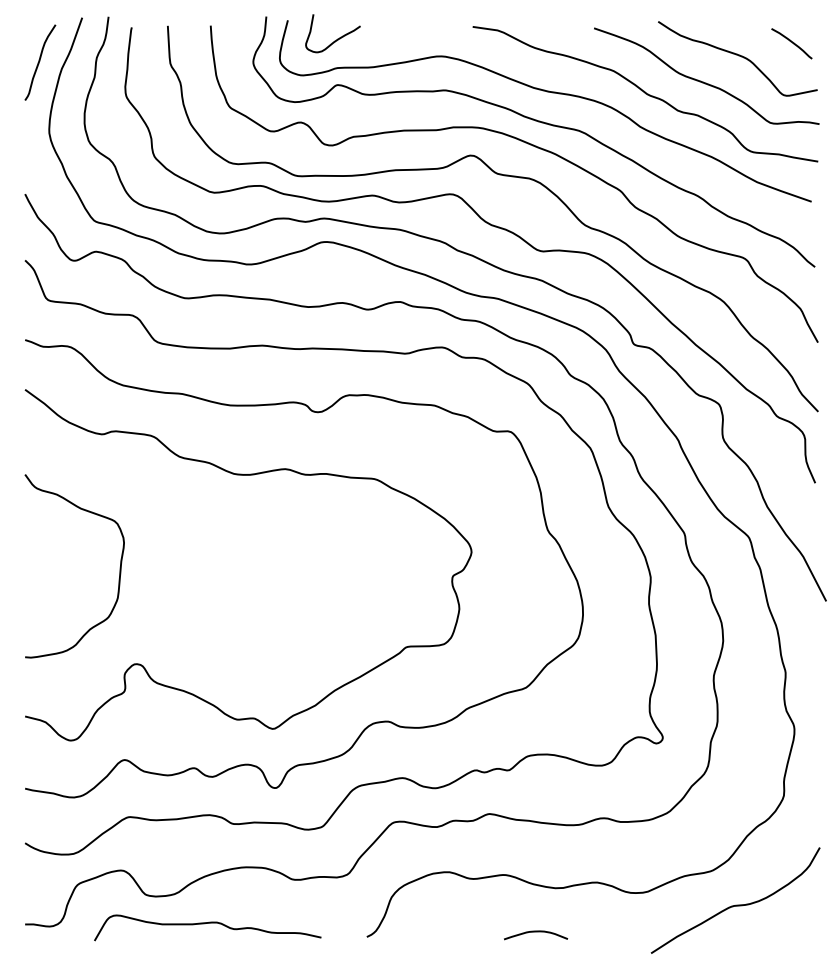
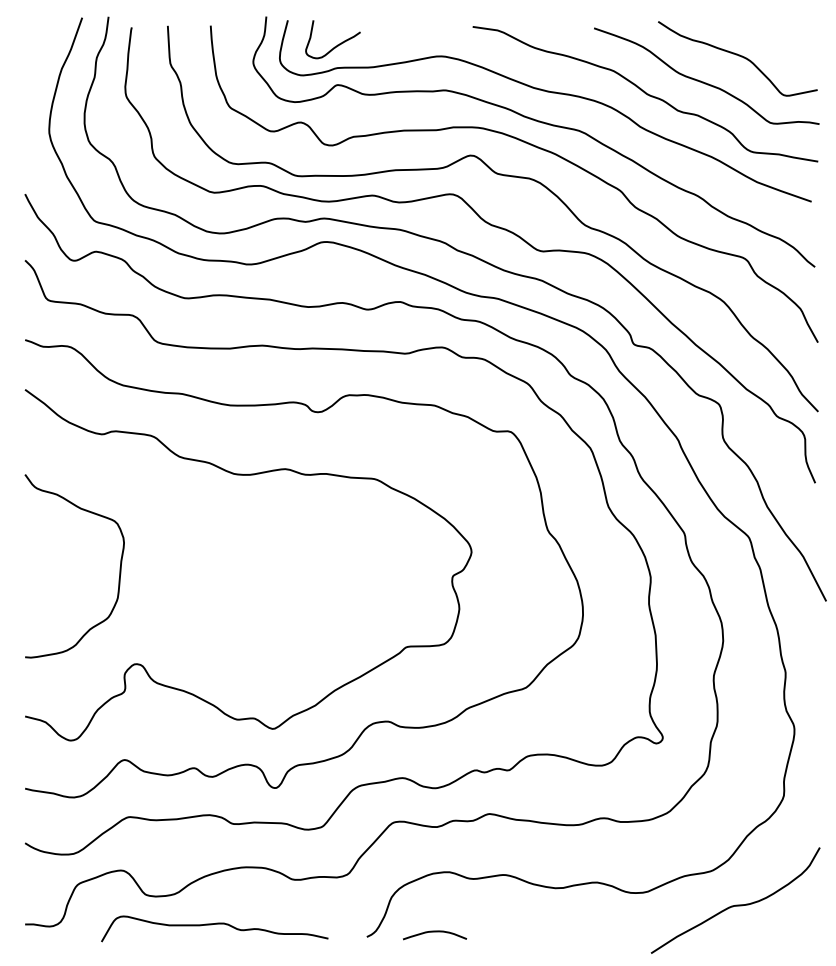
curve at (337, 38) position: (337, 38) -> (337, 44)
curve at (791, 42): present -> none
curve at (40, 61): present -> none
curve at (207, 923) position: (207, 923) -> (214, 924)
curve at (536, 932) position: (536, 932) -> (435, 932)
